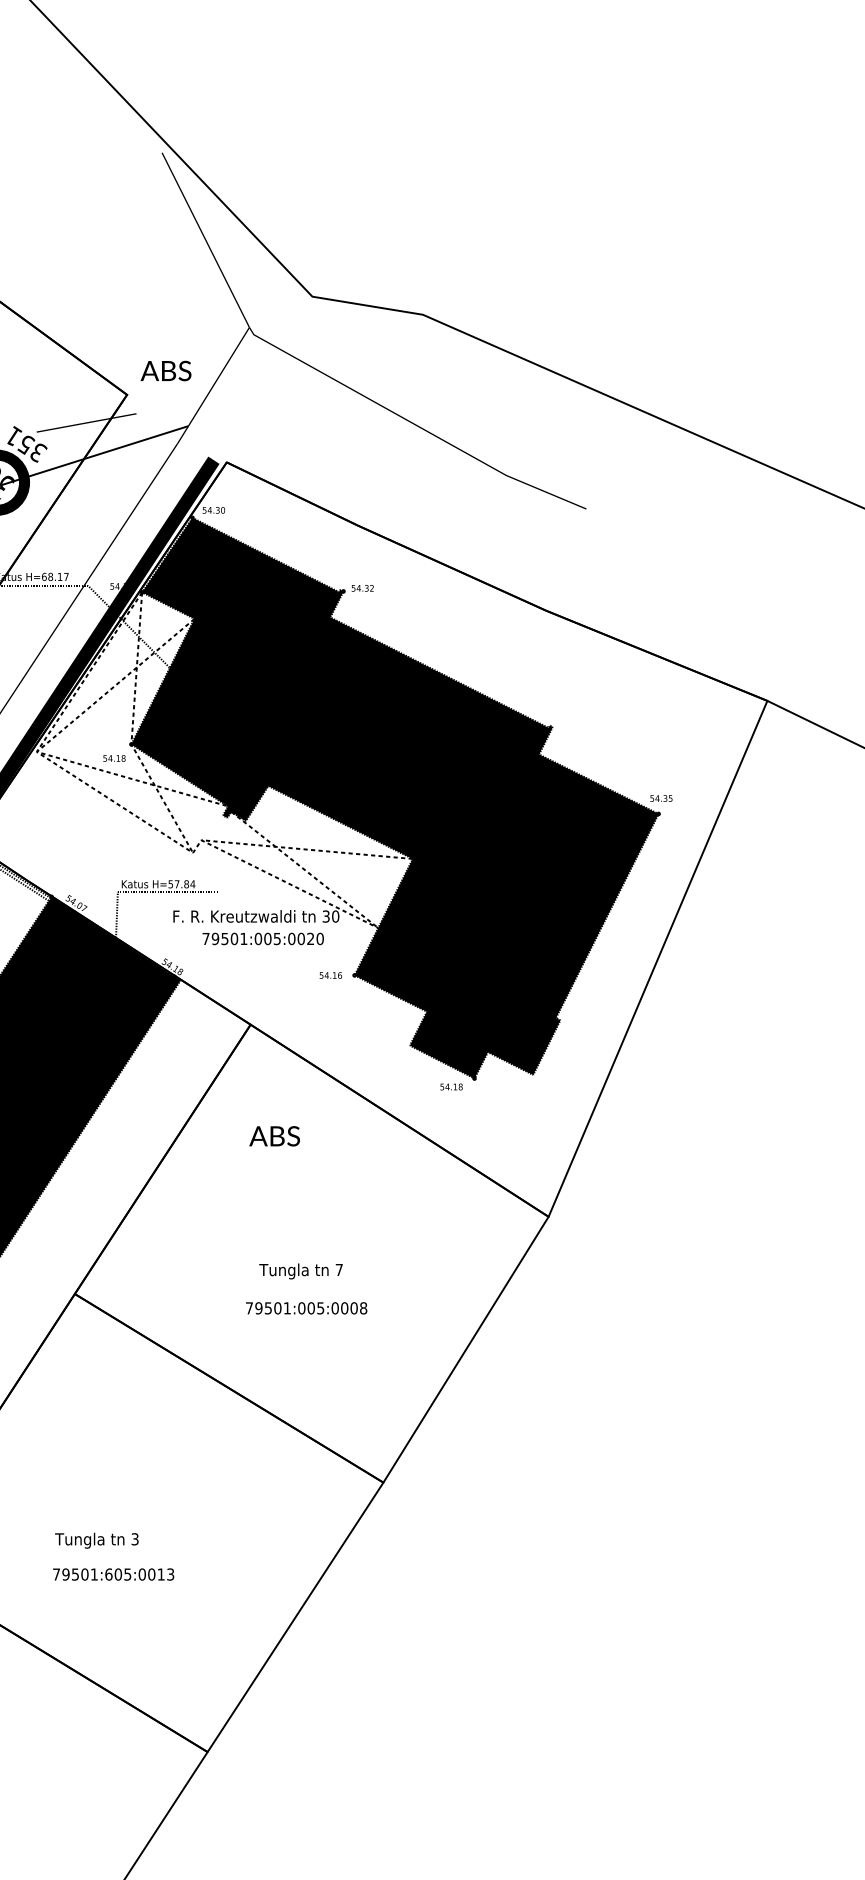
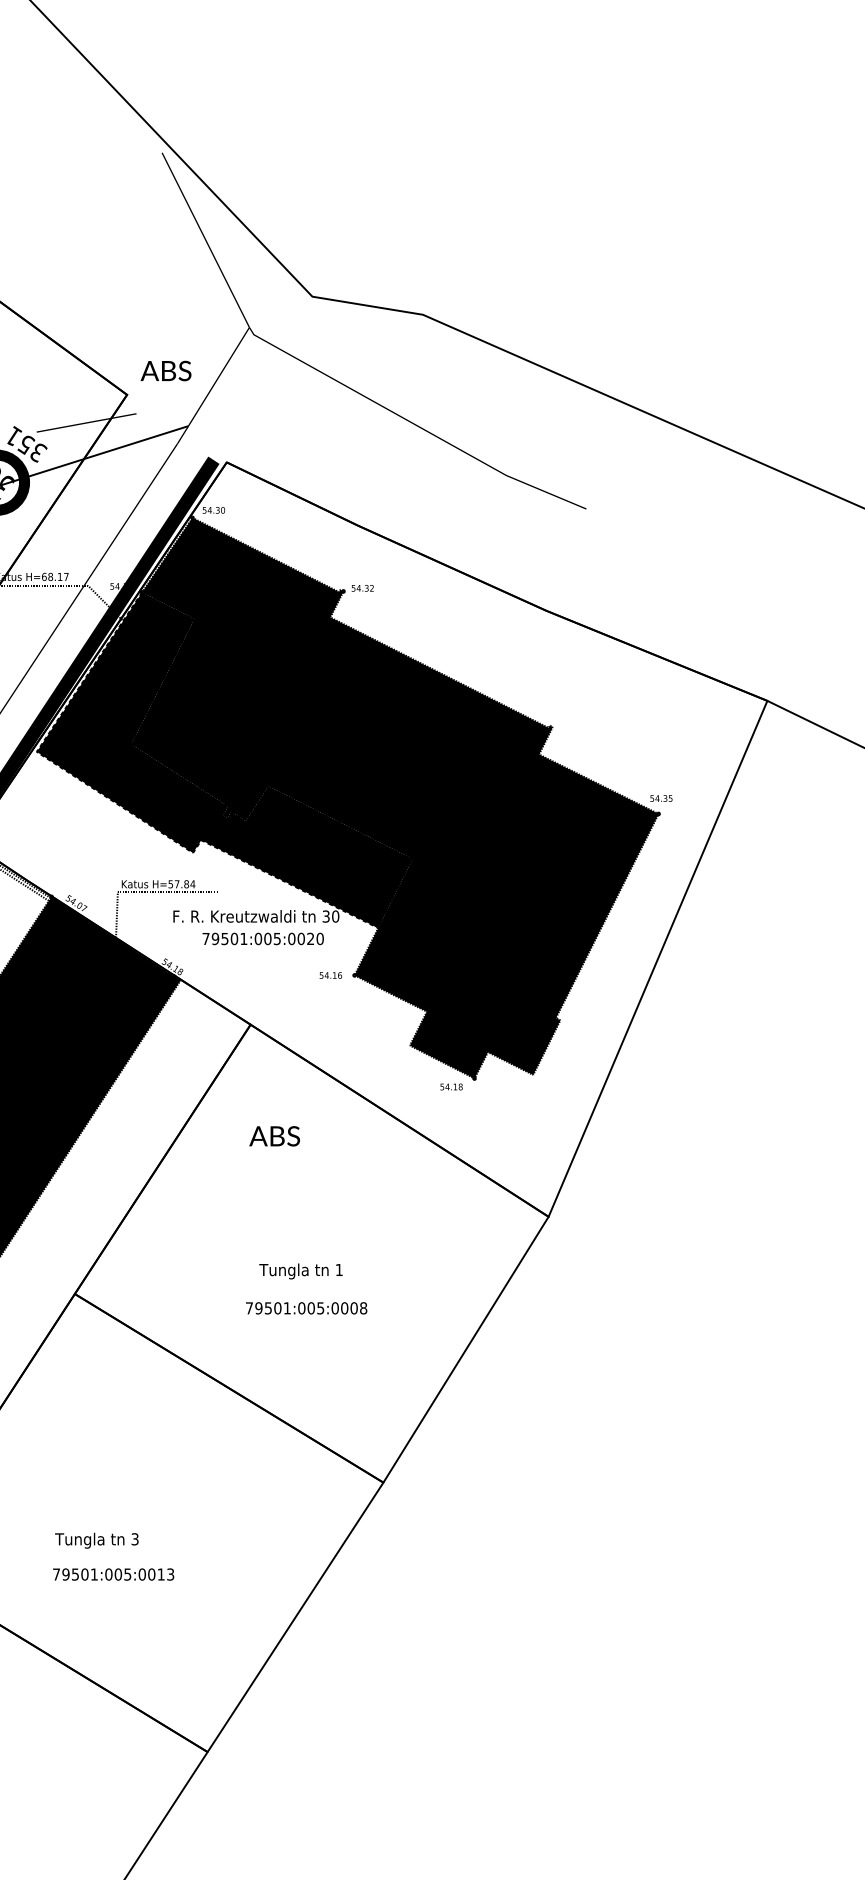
fill at (224, 760): none -> present
text at (338, 1269): 7 -> 1
text at (108, 1574): 79501:605:0013 -> 79501:005:0013
